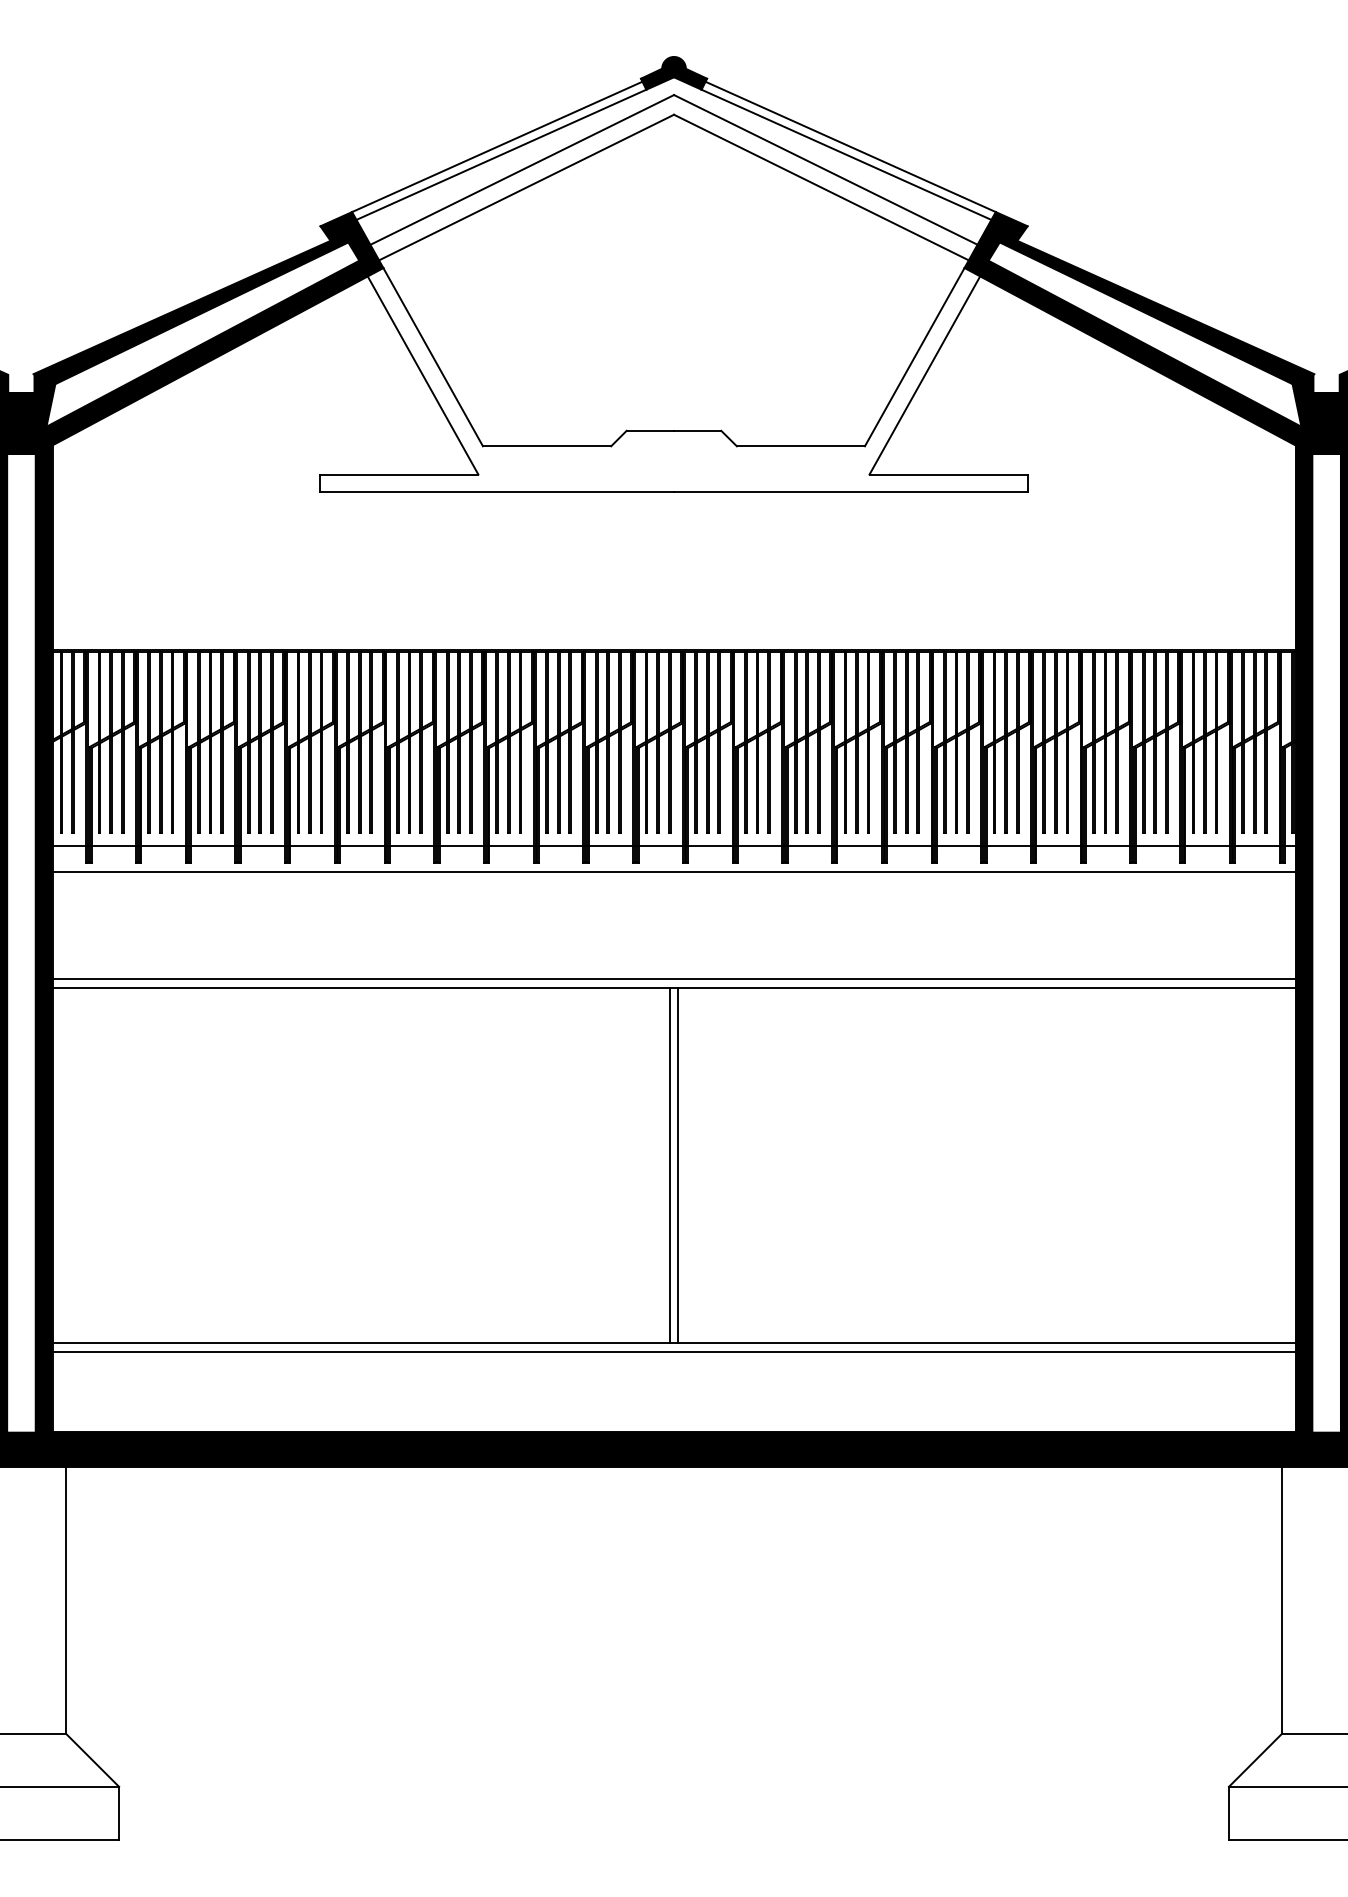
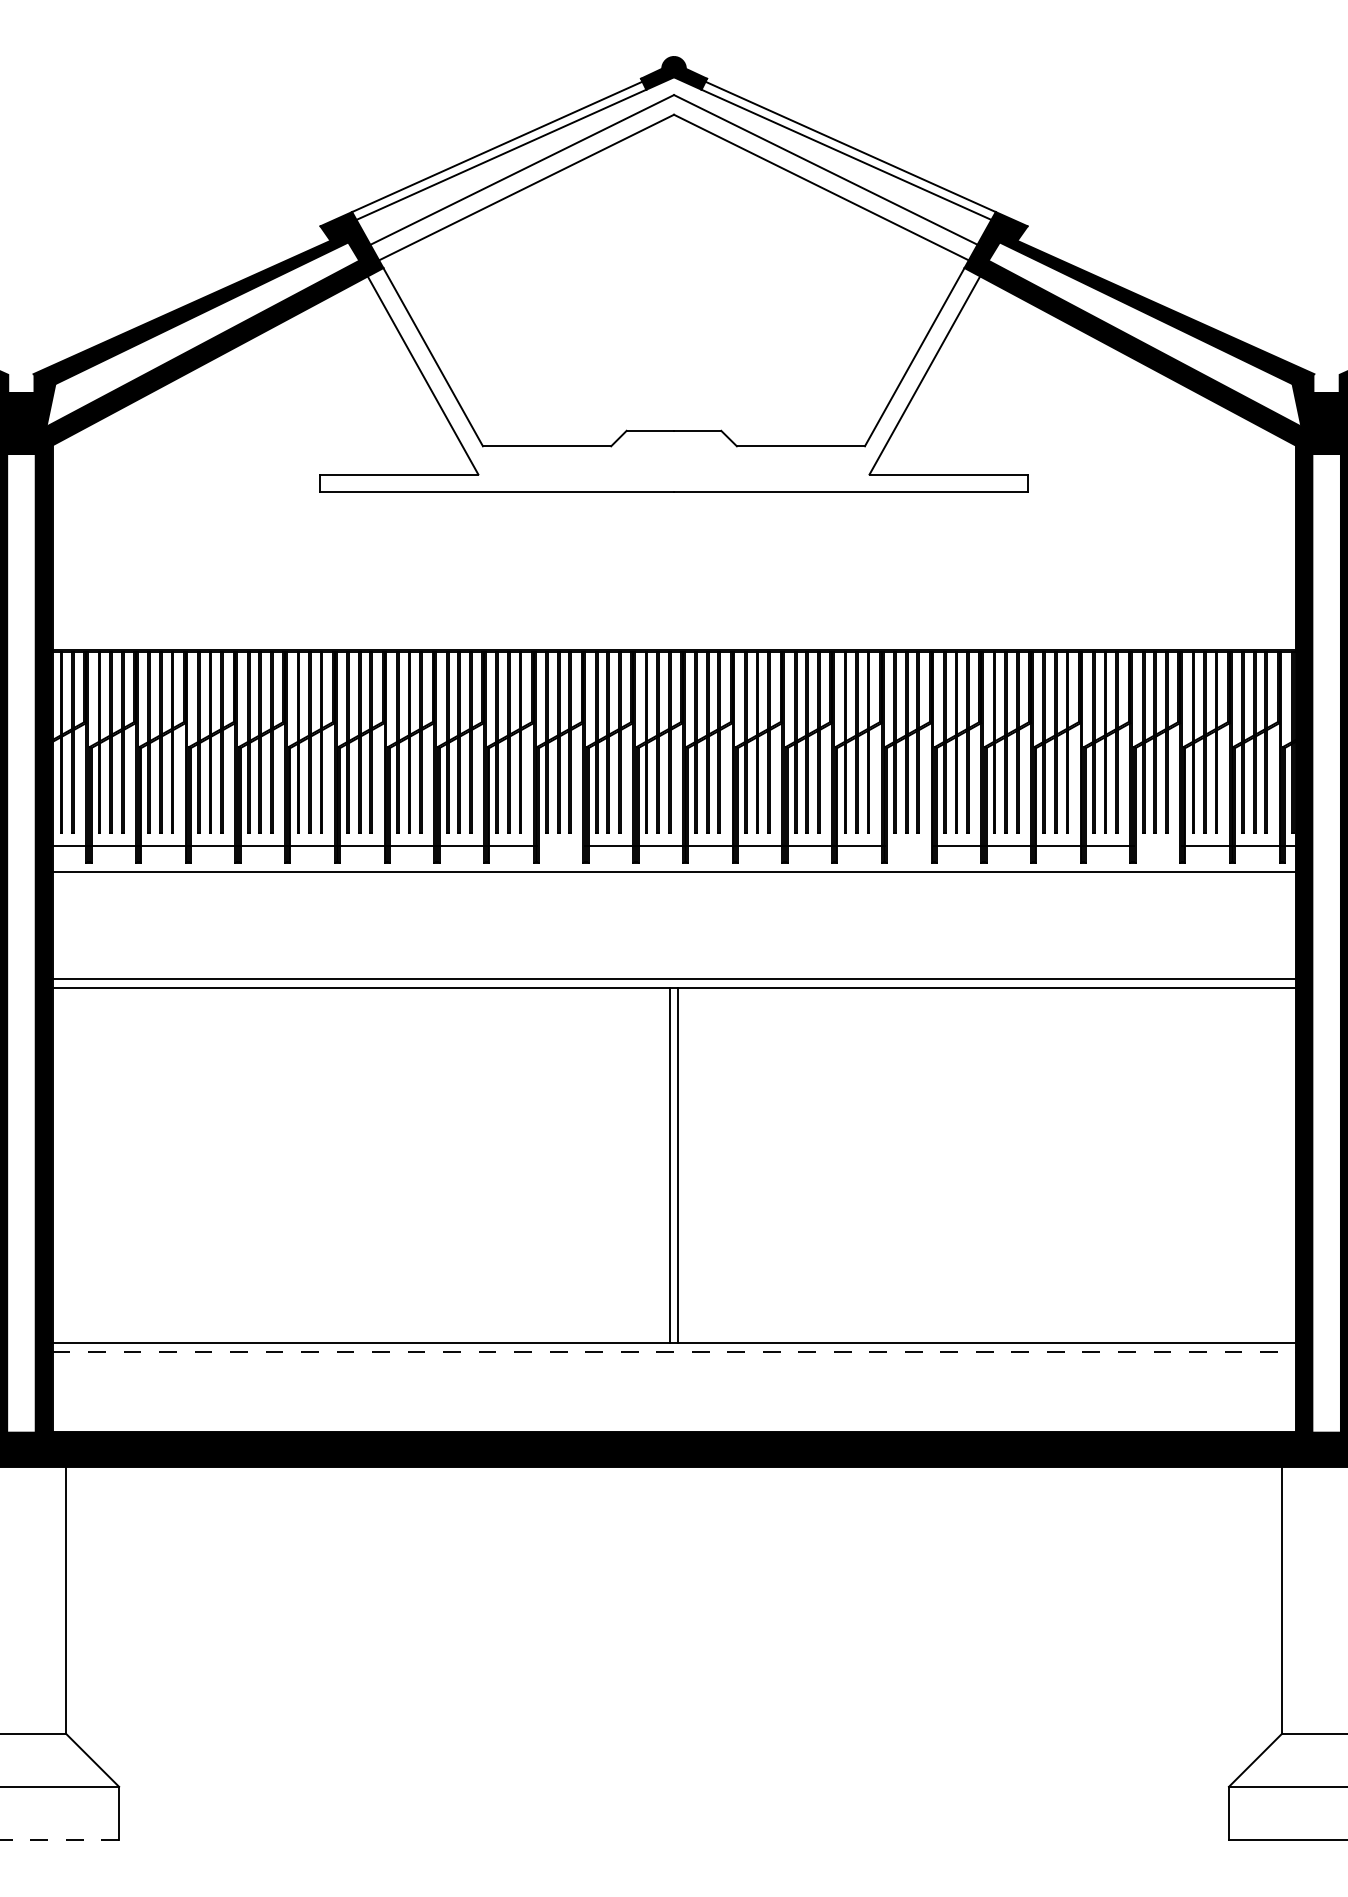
line at (561, 845): present -> none
line at (909, 845): present -> none
line at (1157, 845): present -> none
line at (674, 1351): solid -> dashed
line at (60, 1840): solid -> dashed
